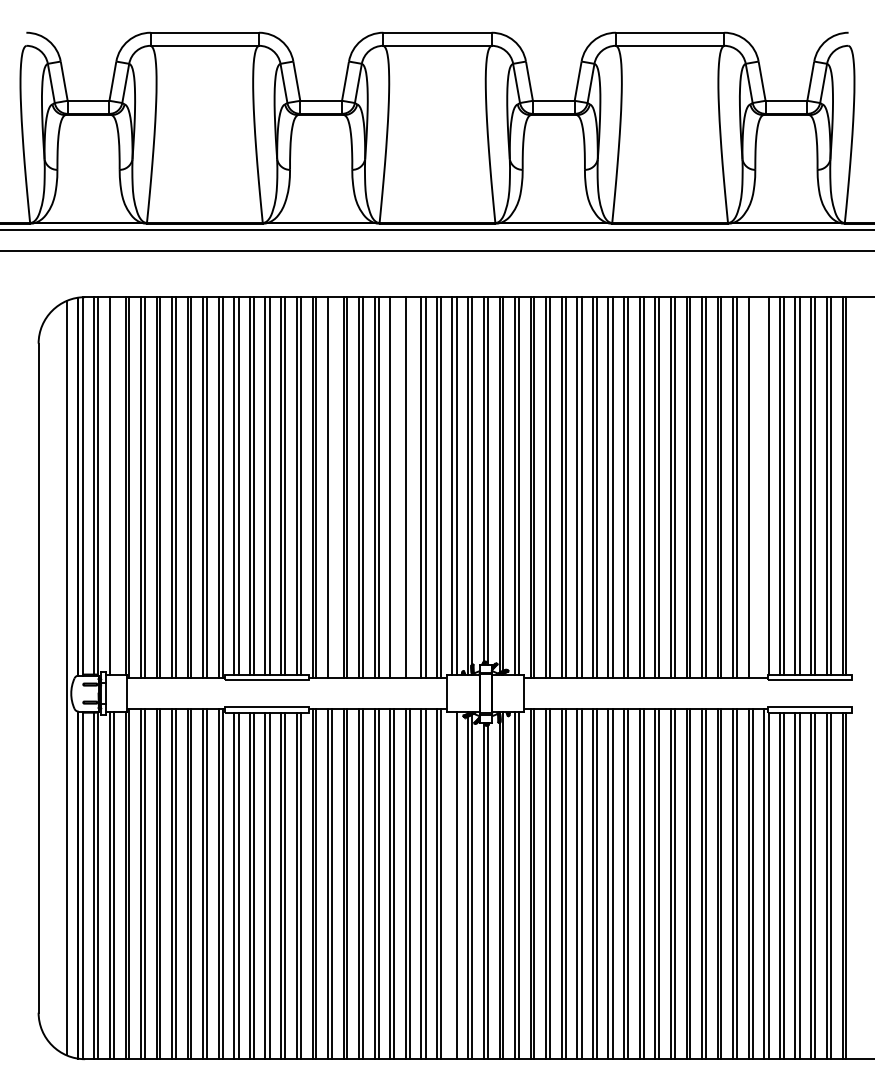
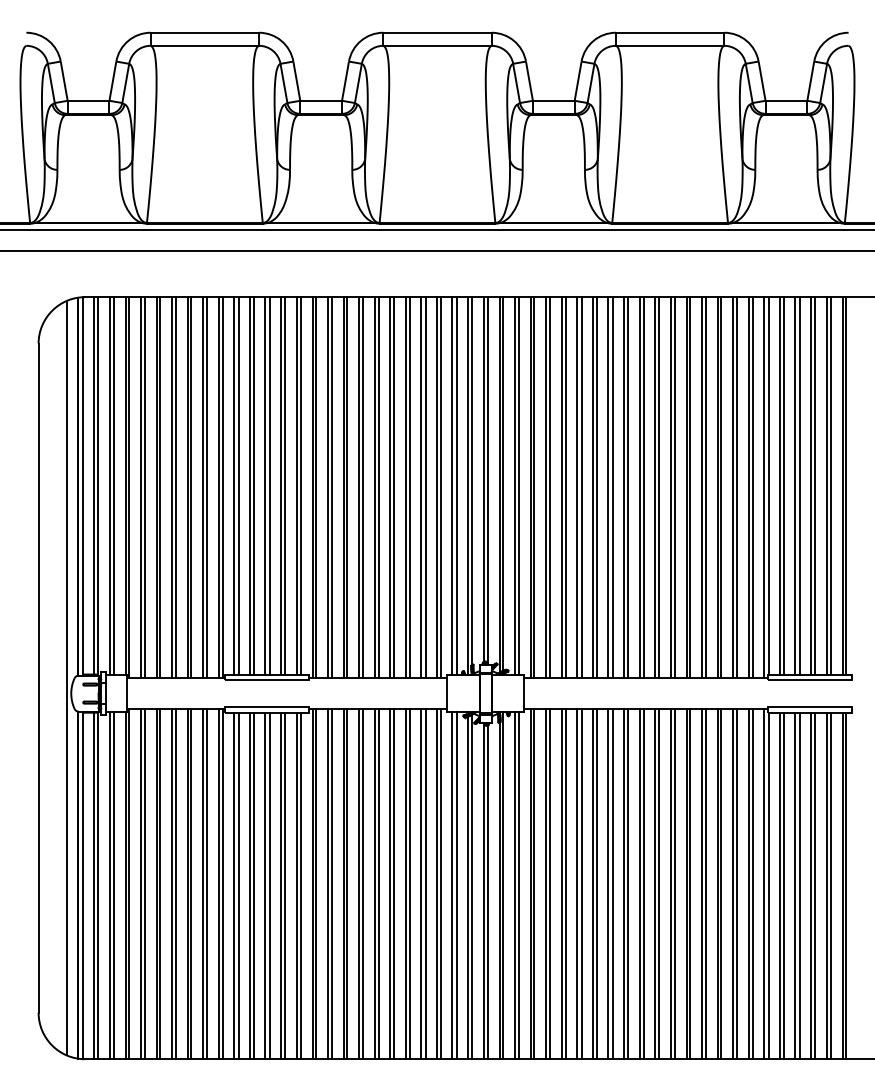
line at (113, 486): none -> present
line at (332, 487): none -> present
line at (394, 487): none -> present
line at (409, 487): none -> present
line at (752, 487): none -> present
line at (764, 487): none -> present
line at (452, 885): none -> present
